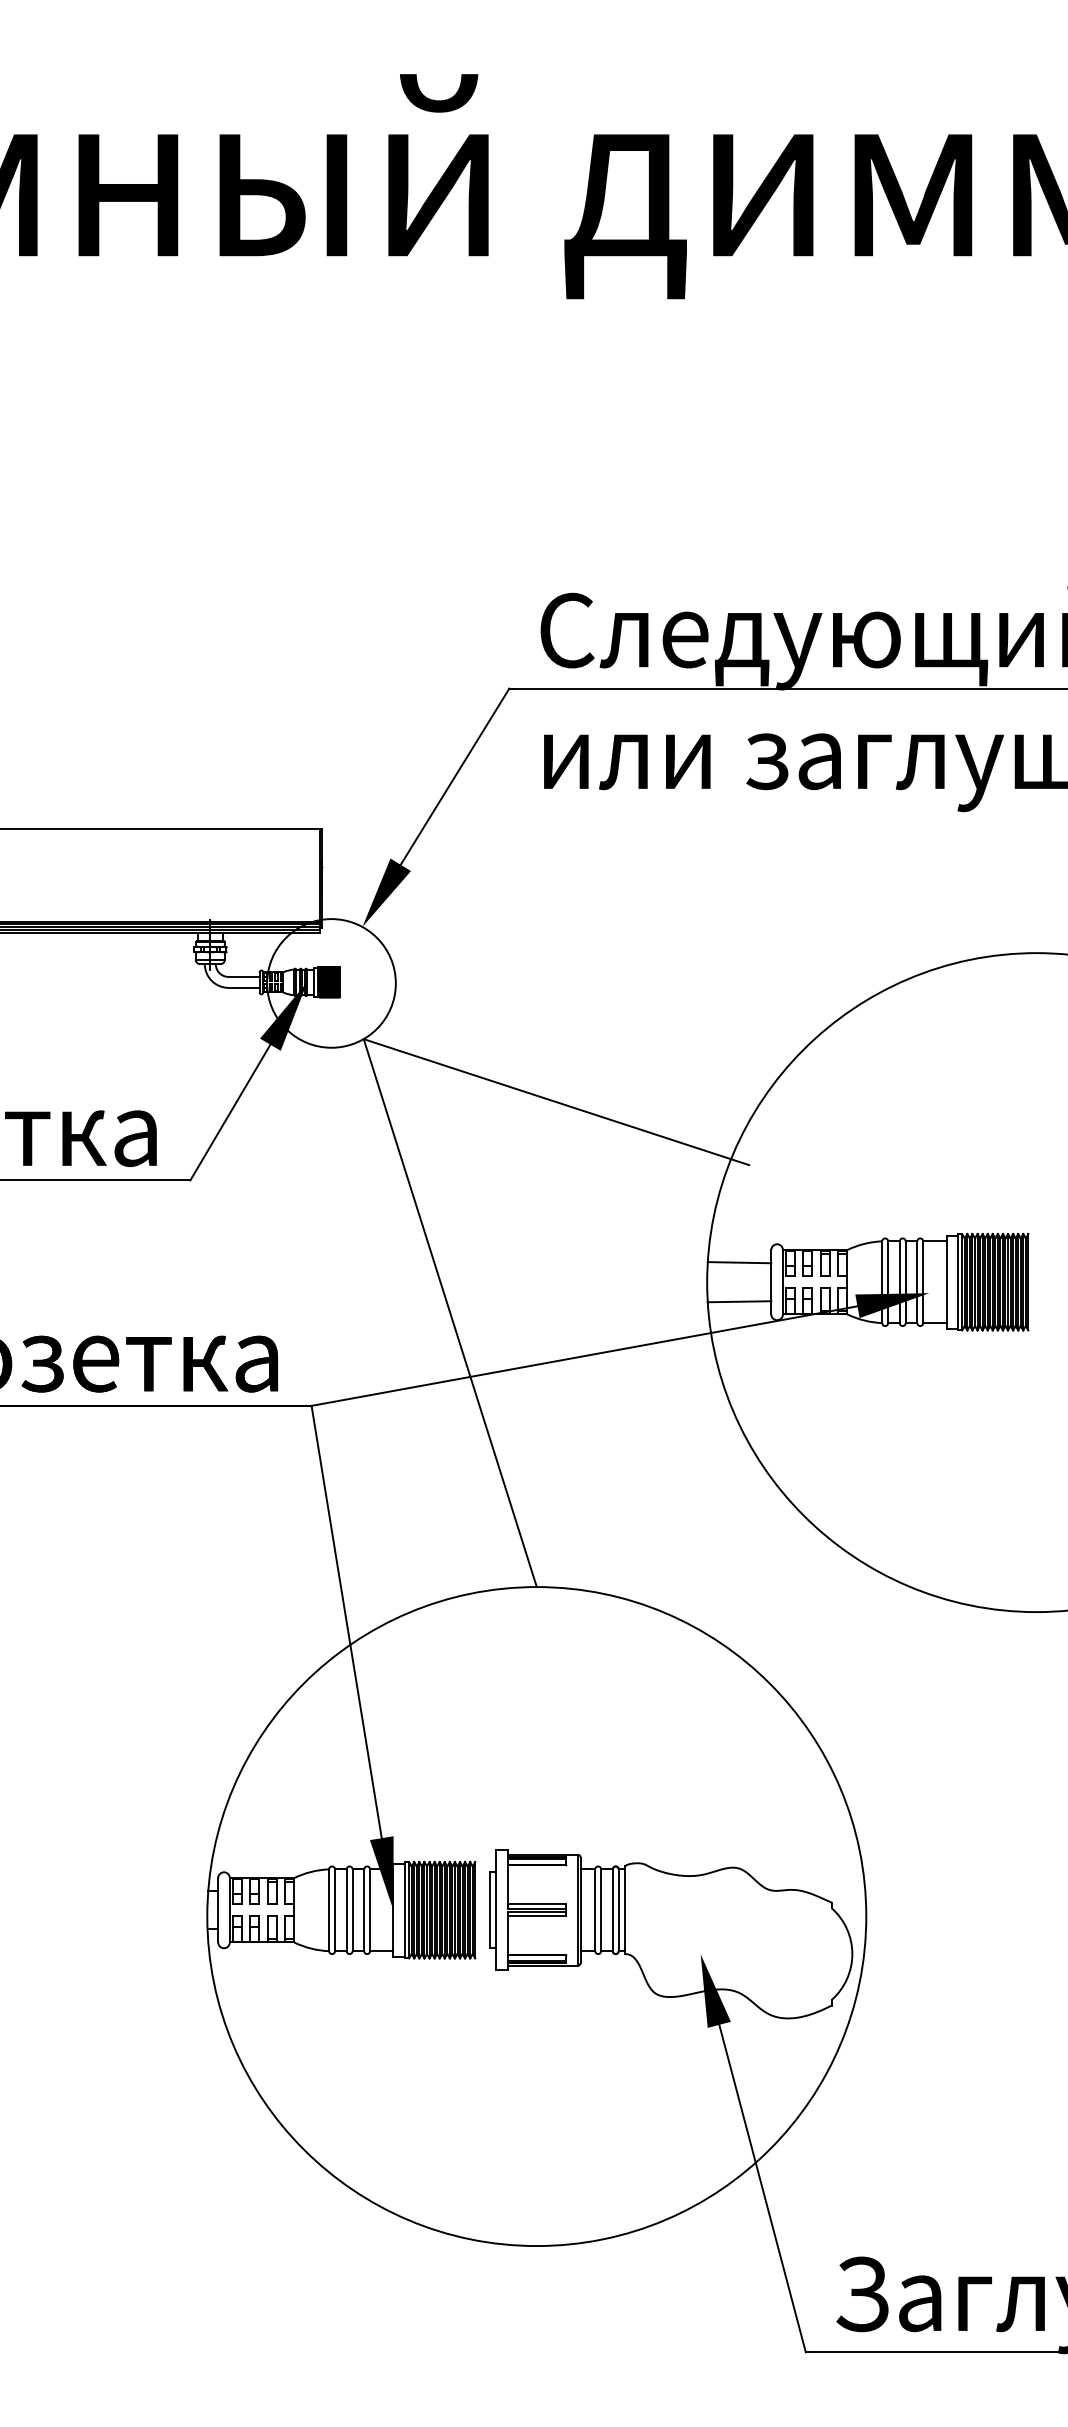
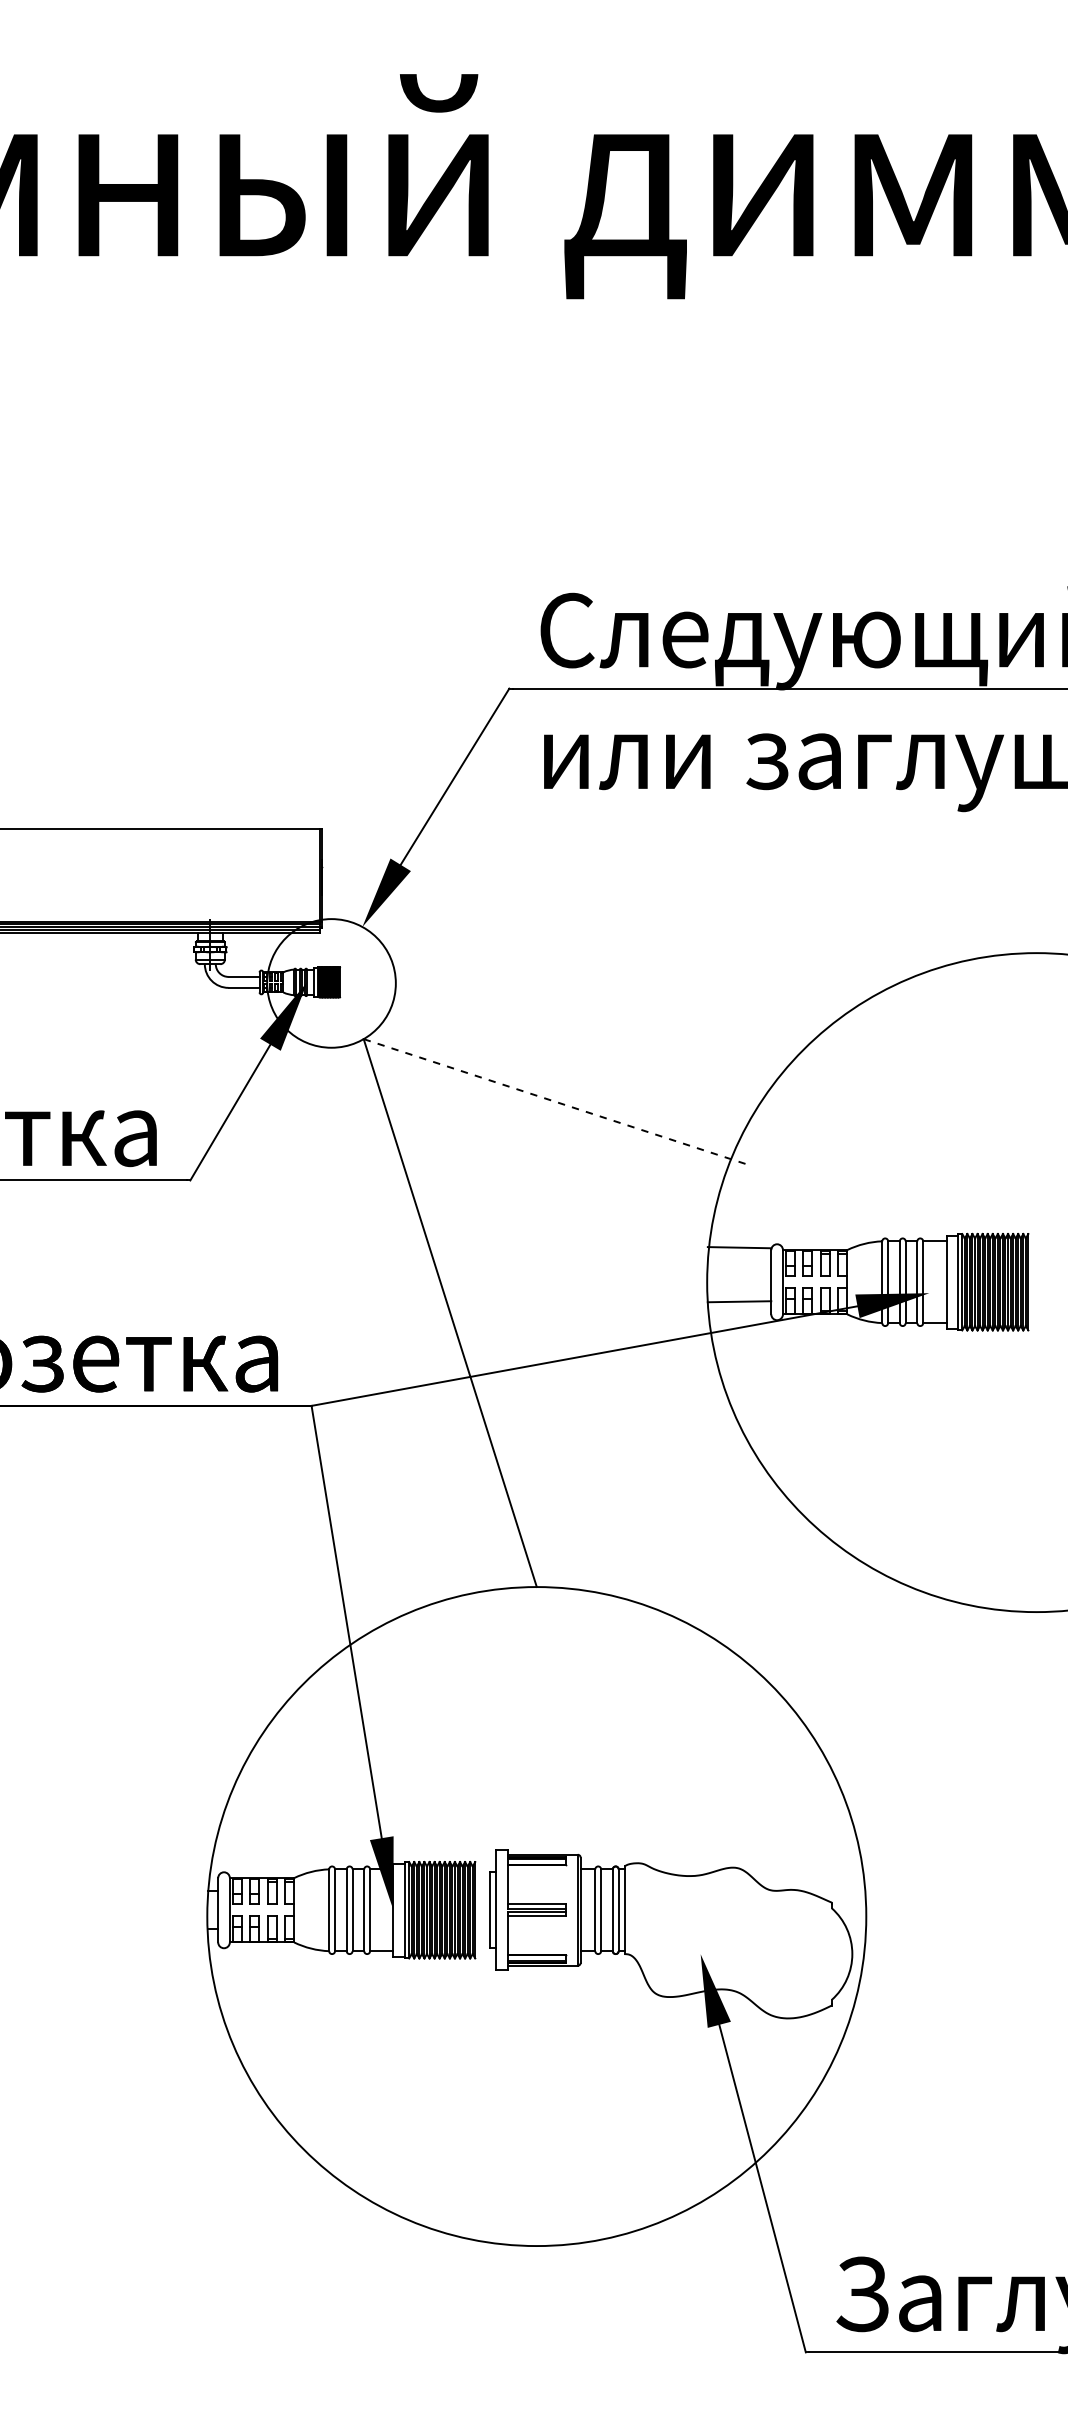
line at (556, 1102): solid -> dashed
line at (739, 1262) position: (739, 1262) -> (739, 1247)
